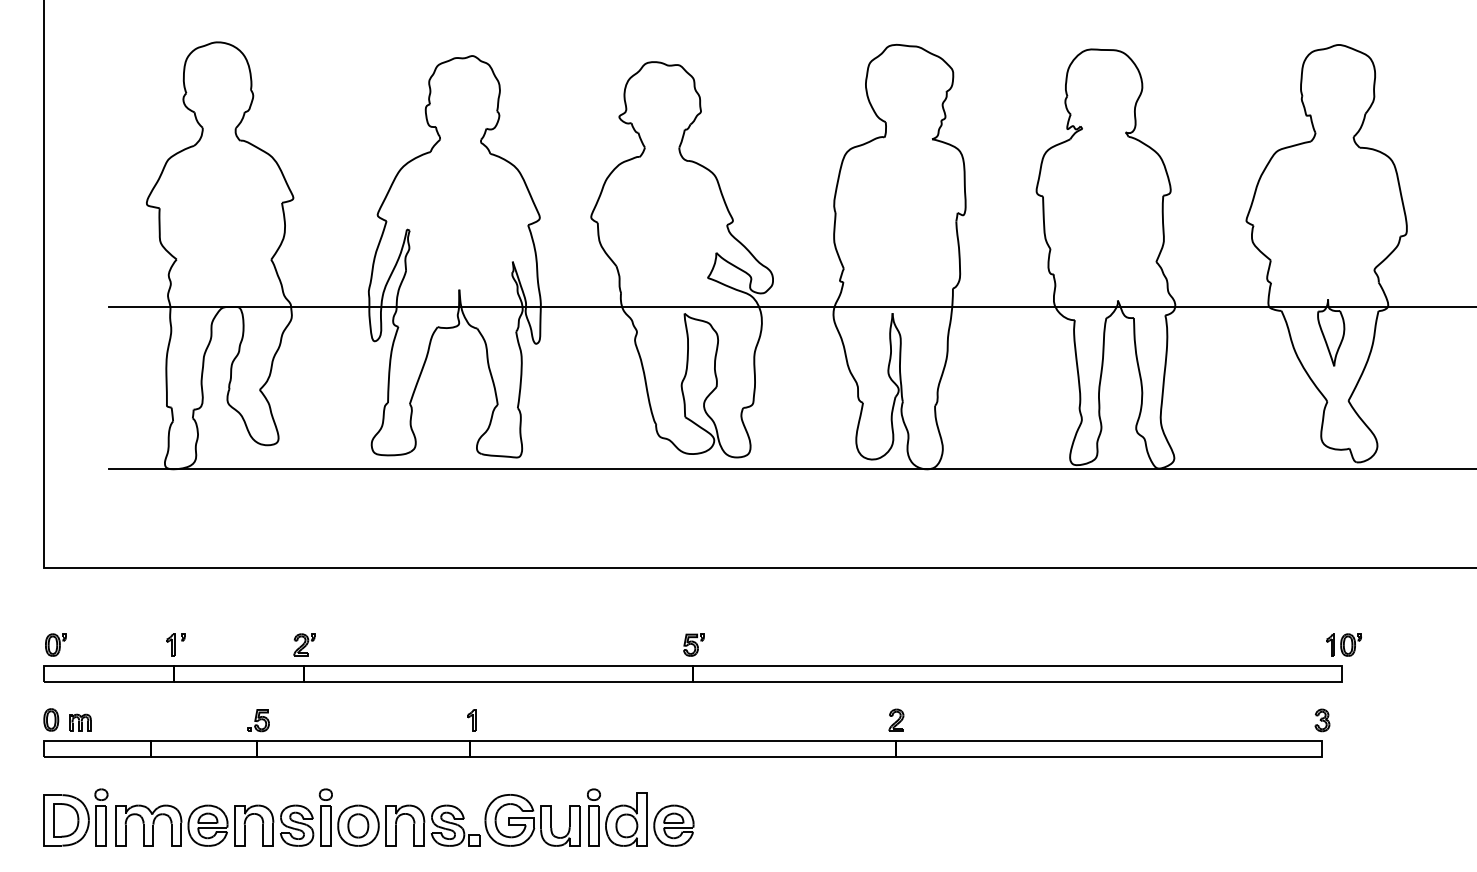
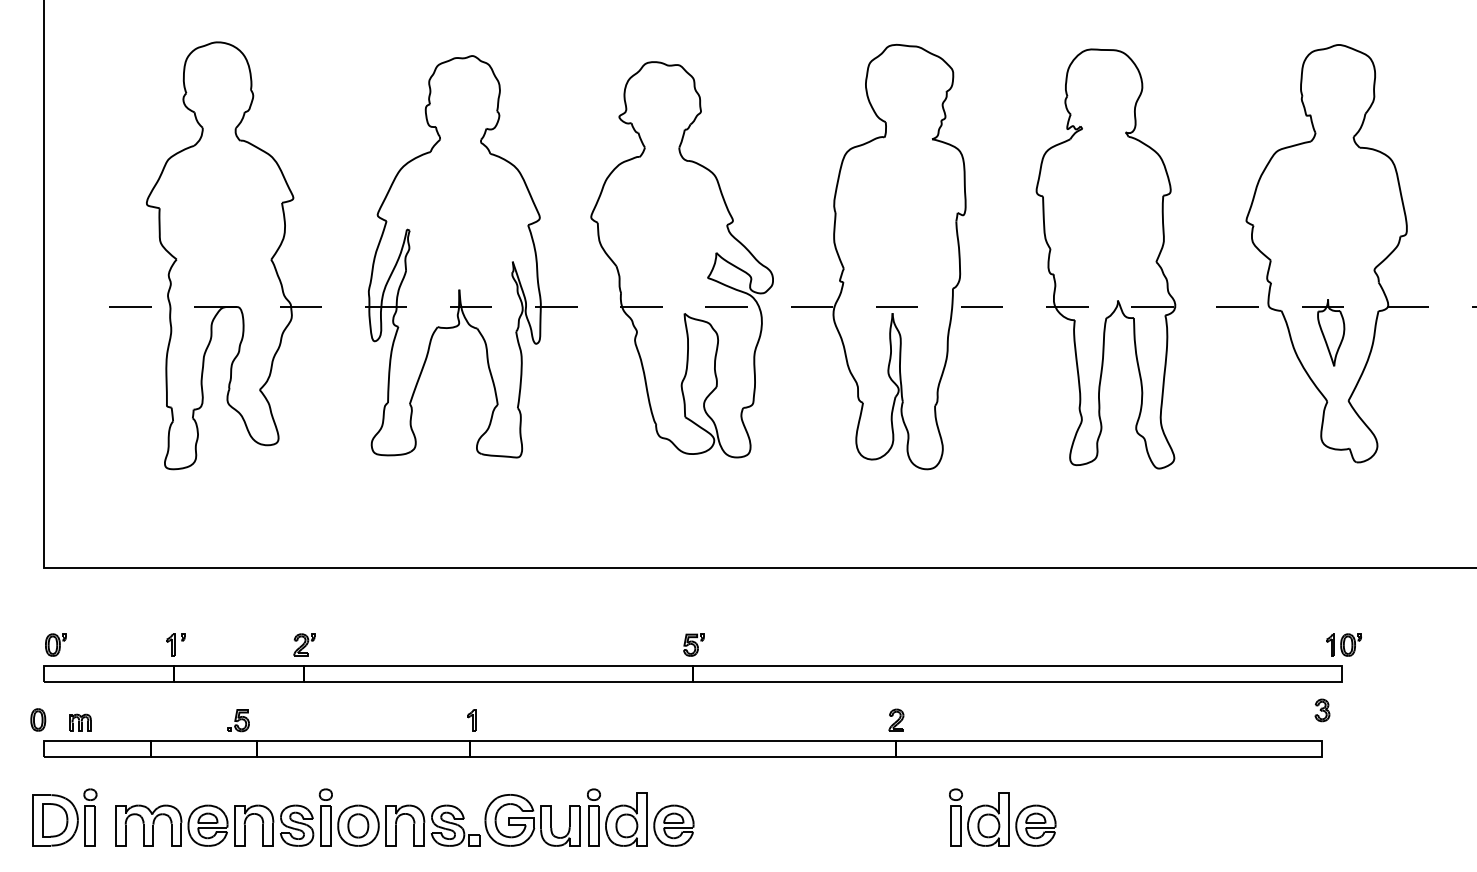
line at (792, 306): solid -> dashed
line at (791, 469): present -> none
part at (51, 719) position: (51, 719) -> (38, 719)
part at (258, 720) position: (258, 720) -> (238, 720)
part at (1322, 720) position: (1322, 720) -> (1322, 710)
part at (75, 817) position: (75, 817) -> (64, 817)
part at (1002, 817): none -> present
